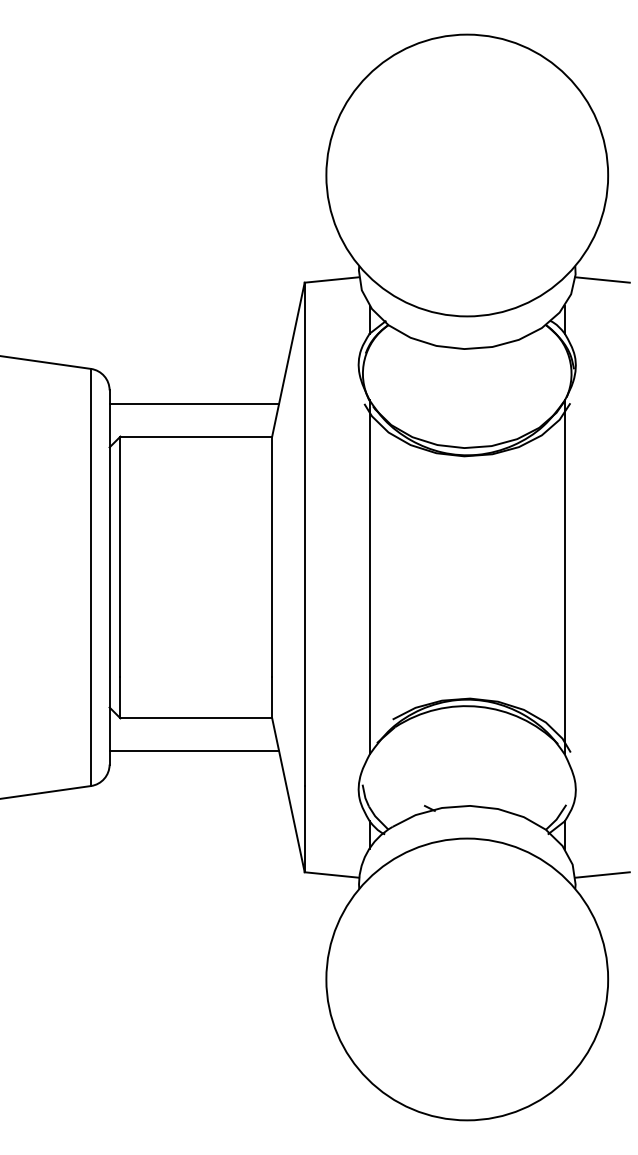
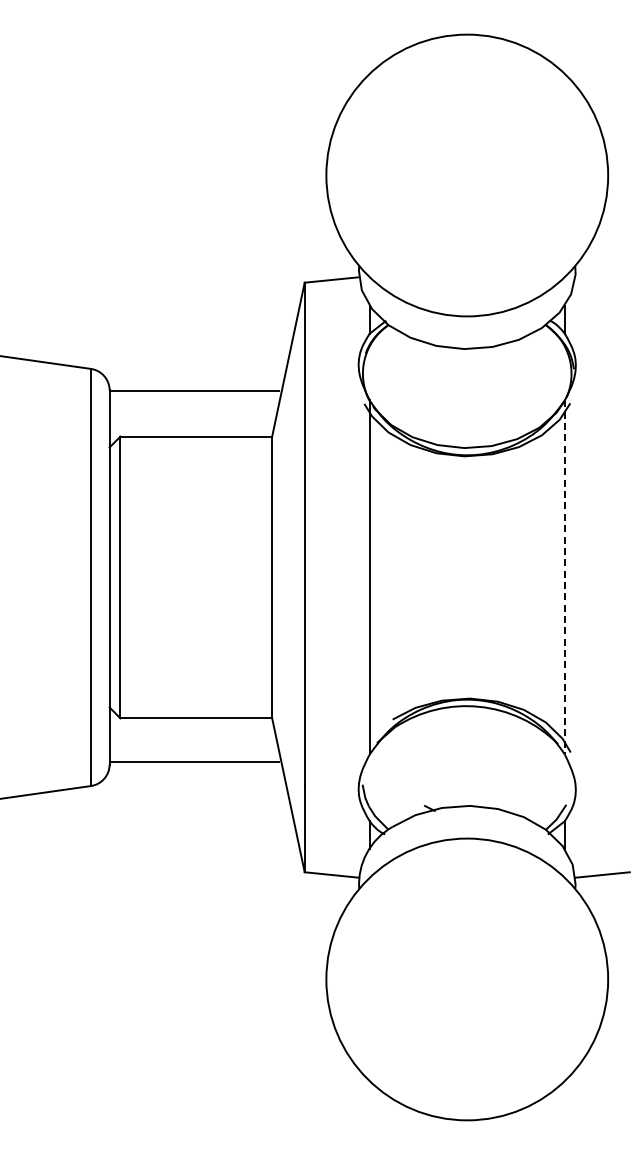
line at (602, 279): present -> none
line at (194, 404) position: (194, 404) -> (194, 391)
line at (564, 577): solid -> dashed
line at (194, 750) position: (194, 750) -> (194, 761)
